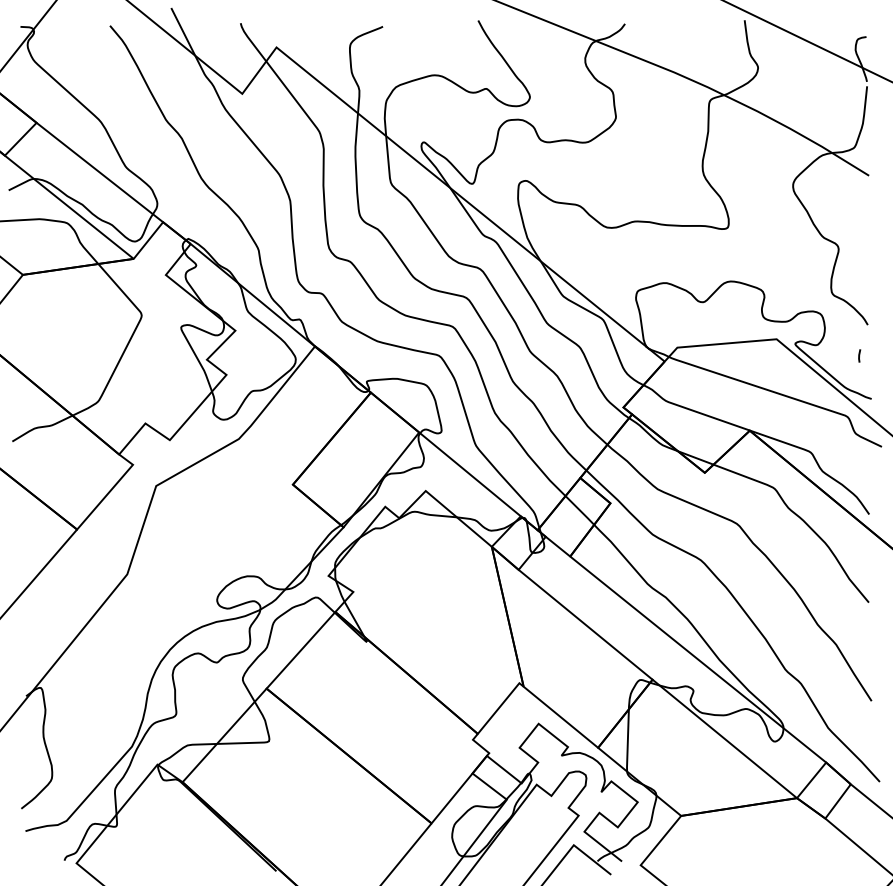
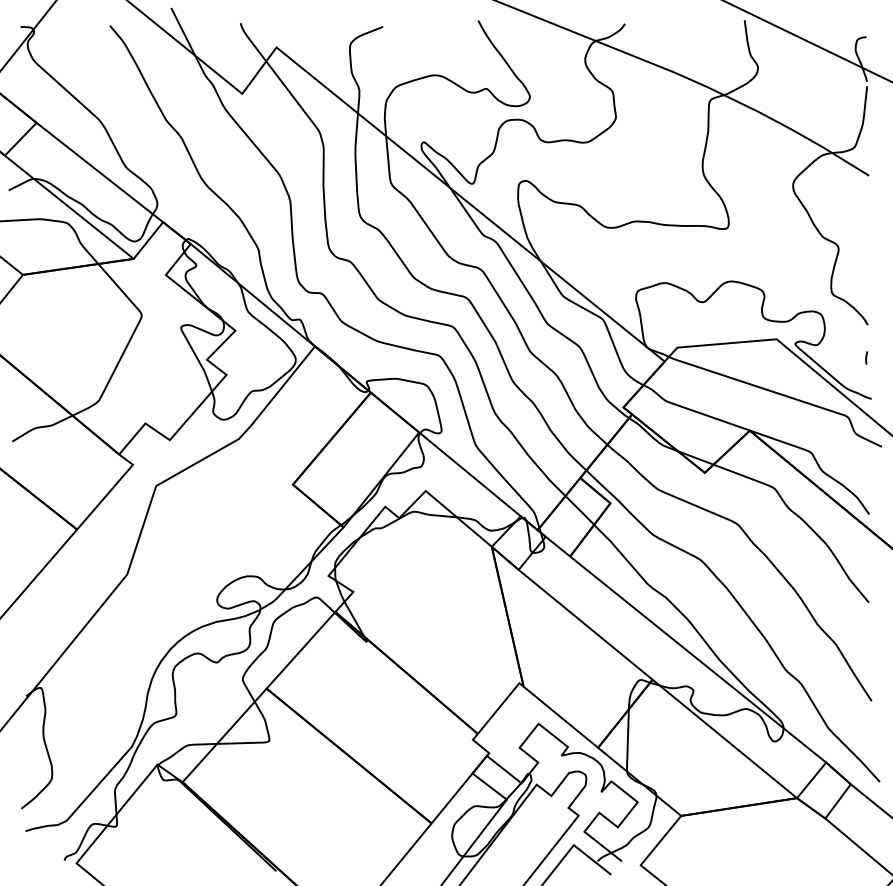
line at (859, 355) position: (859, 355) -> (866, 357)
